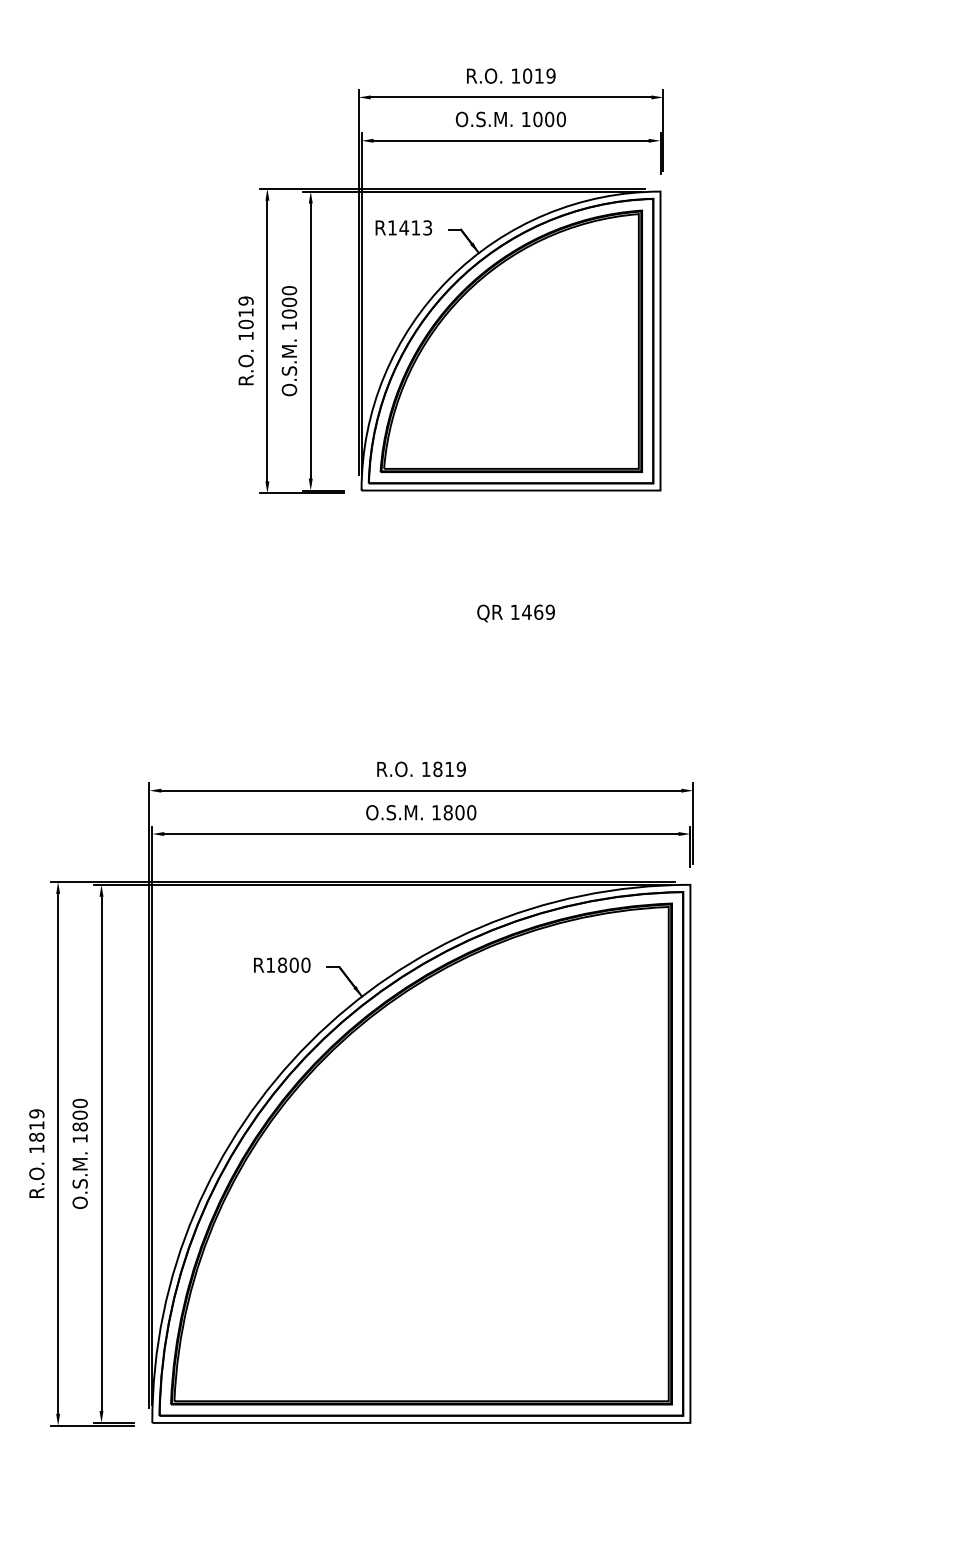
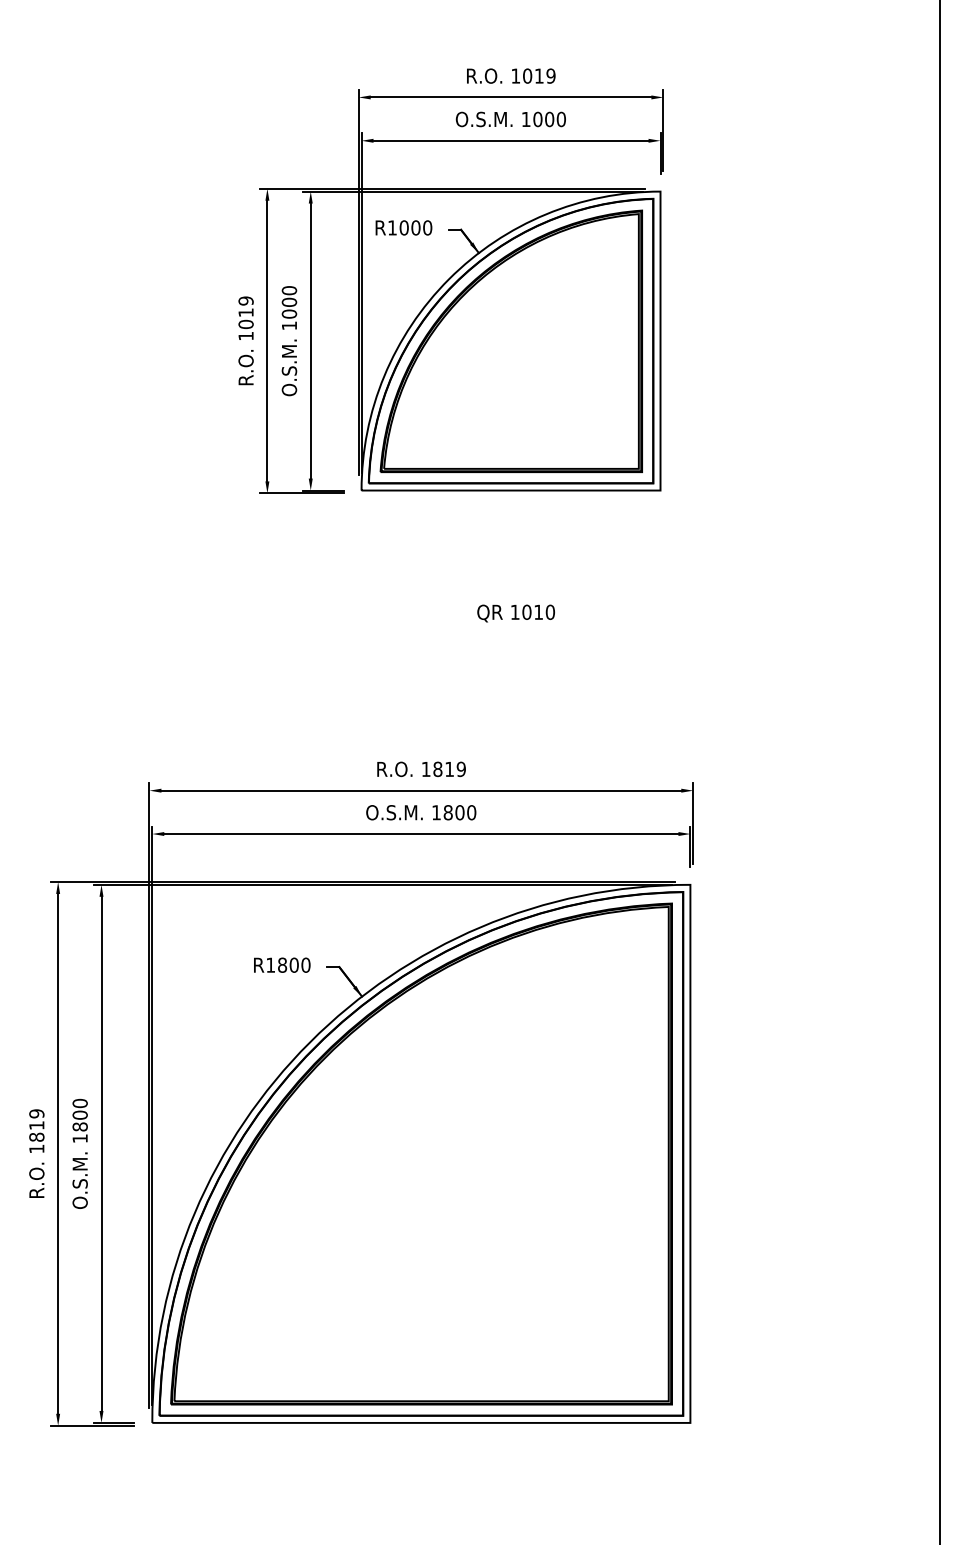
text at (415, 227): R1413 -> R1000
text at (538, 611): 1469 -> 1010
line at (939, 771): none -> present
